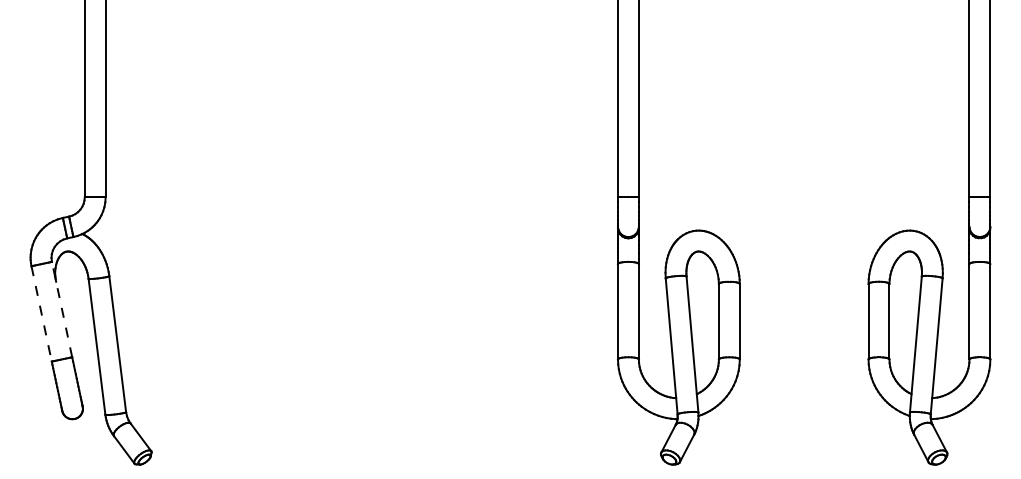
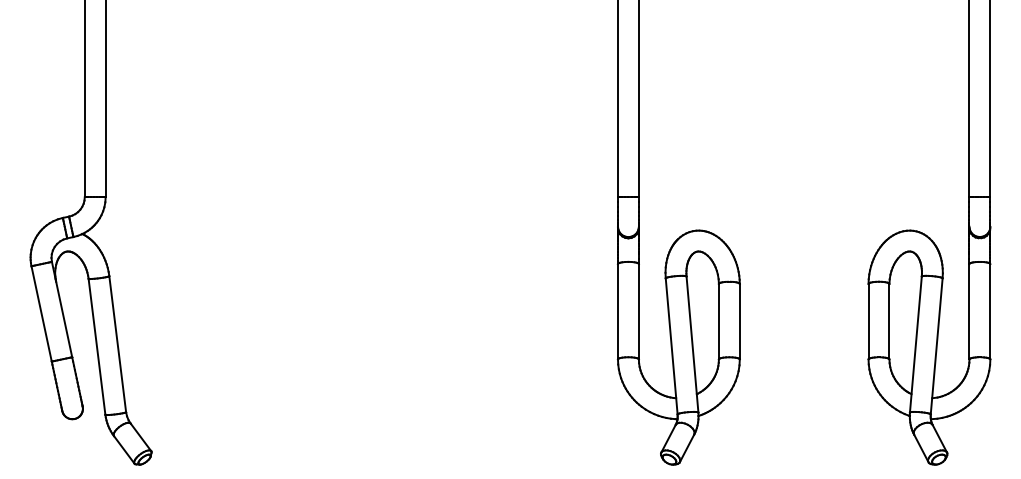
line at (62, 309): dashed -> solid
line at (41, 313): dashed -> solid
